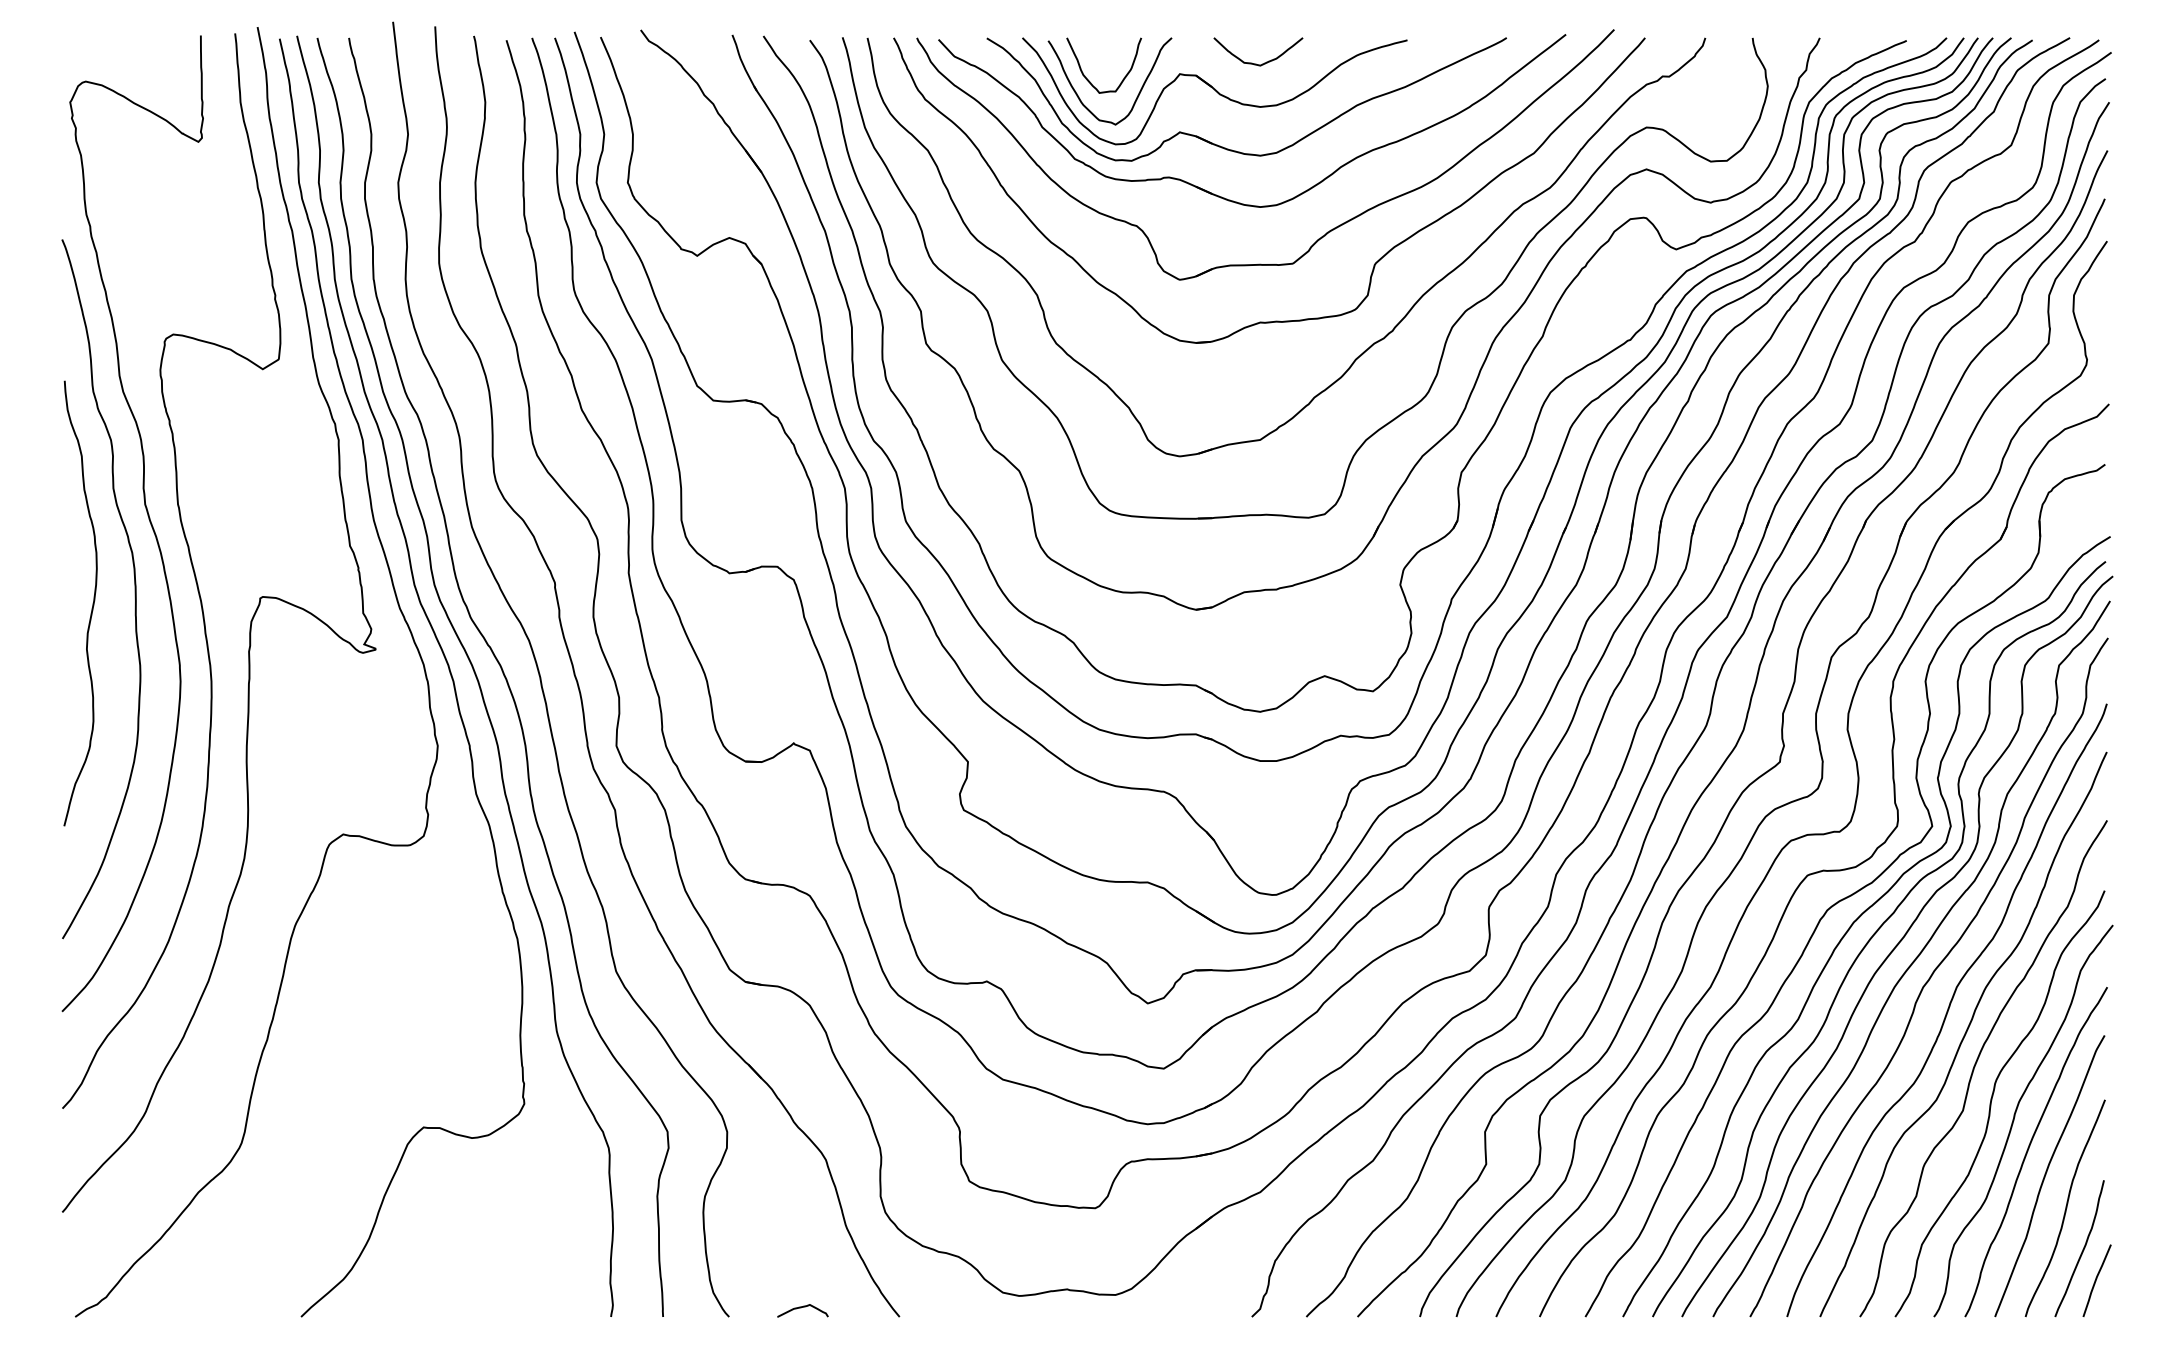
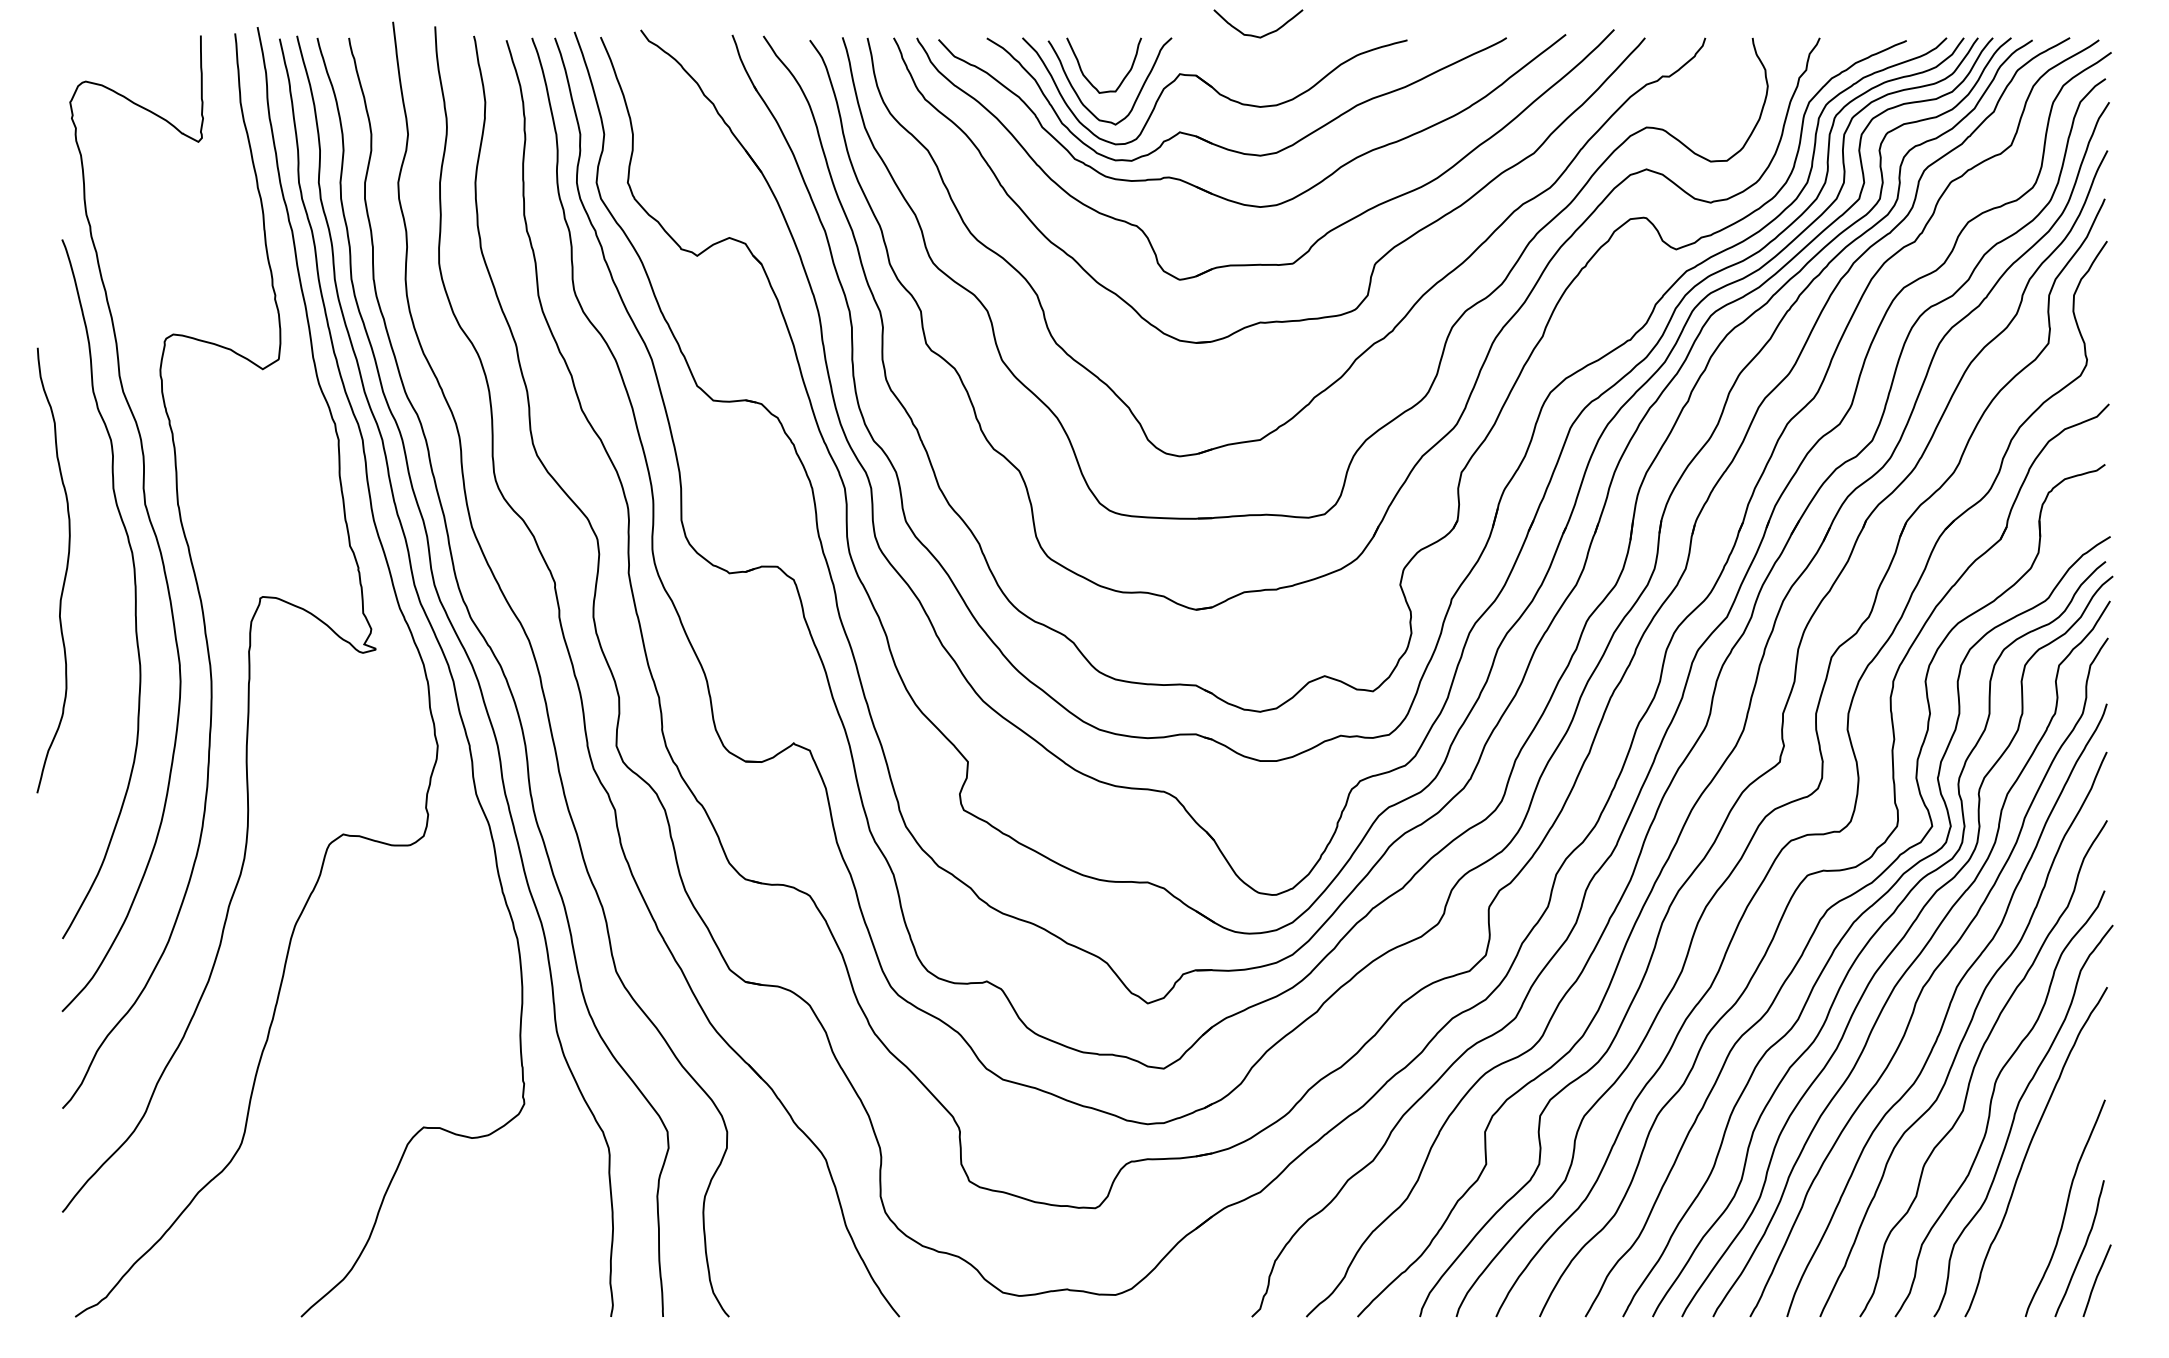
curve at (1256, 63) position: (1256, 63) -> (1256, 35)
curve at (92, 603) position: (92, 603) -> (65, 570)
curve at (2046, 1175): present -> none
curve at (801, 1308): present -> none
